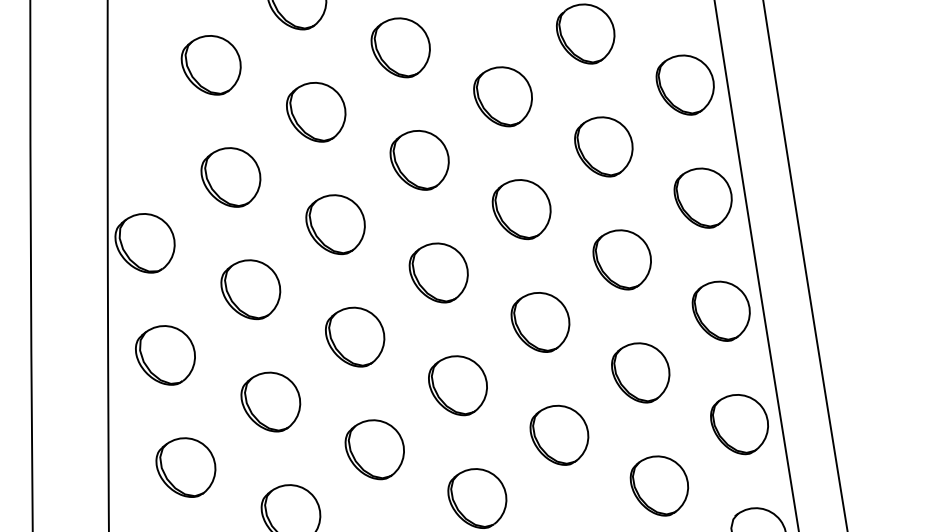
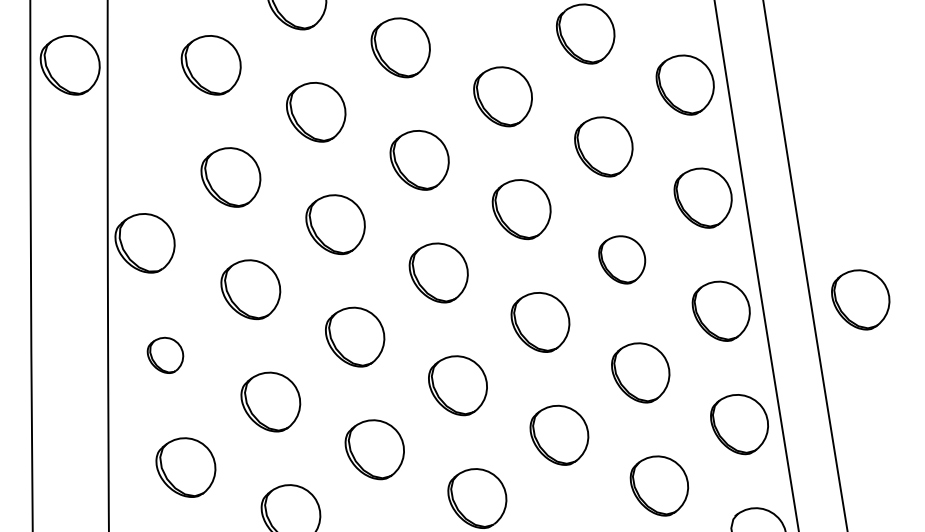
part at (69, 65): none -> present
part at (621, 259) size: 60x62 px -> 49x50 px
part at (860, 299): none -> present
part at (165, 355) size: 61x61 px -> 39x38 px
